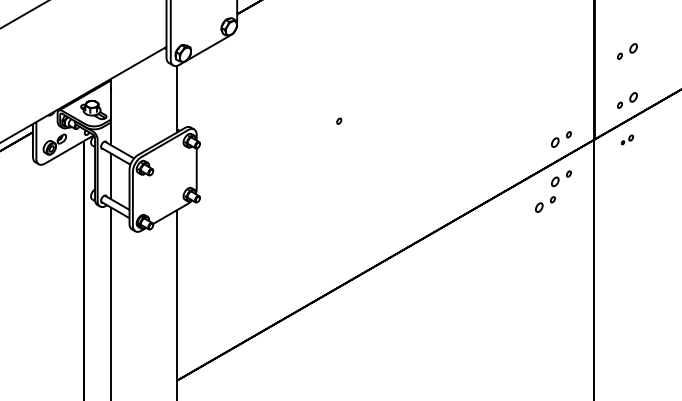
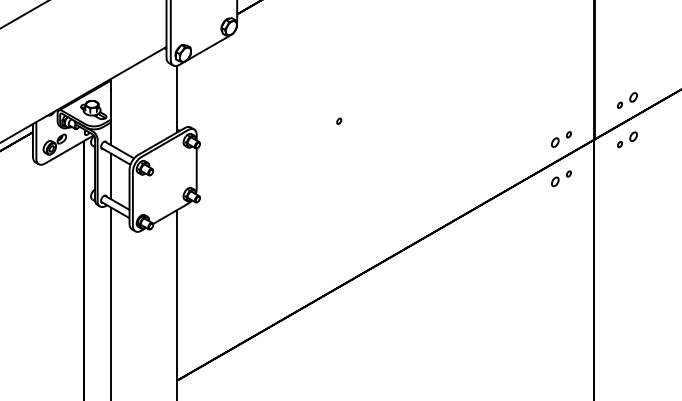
part at (627, 51): present -> none
part at (627, 139) size: 15x12 px -> 21x18 px
part at (545, 204): present -> none
